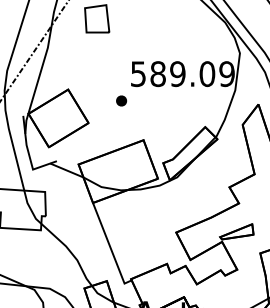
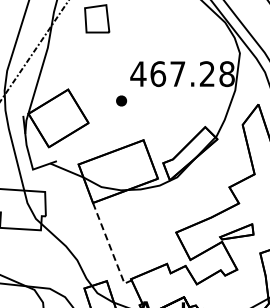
text at (182, 74): 589.09 -> 467.28
line at (110, 247): solid -> dashed
